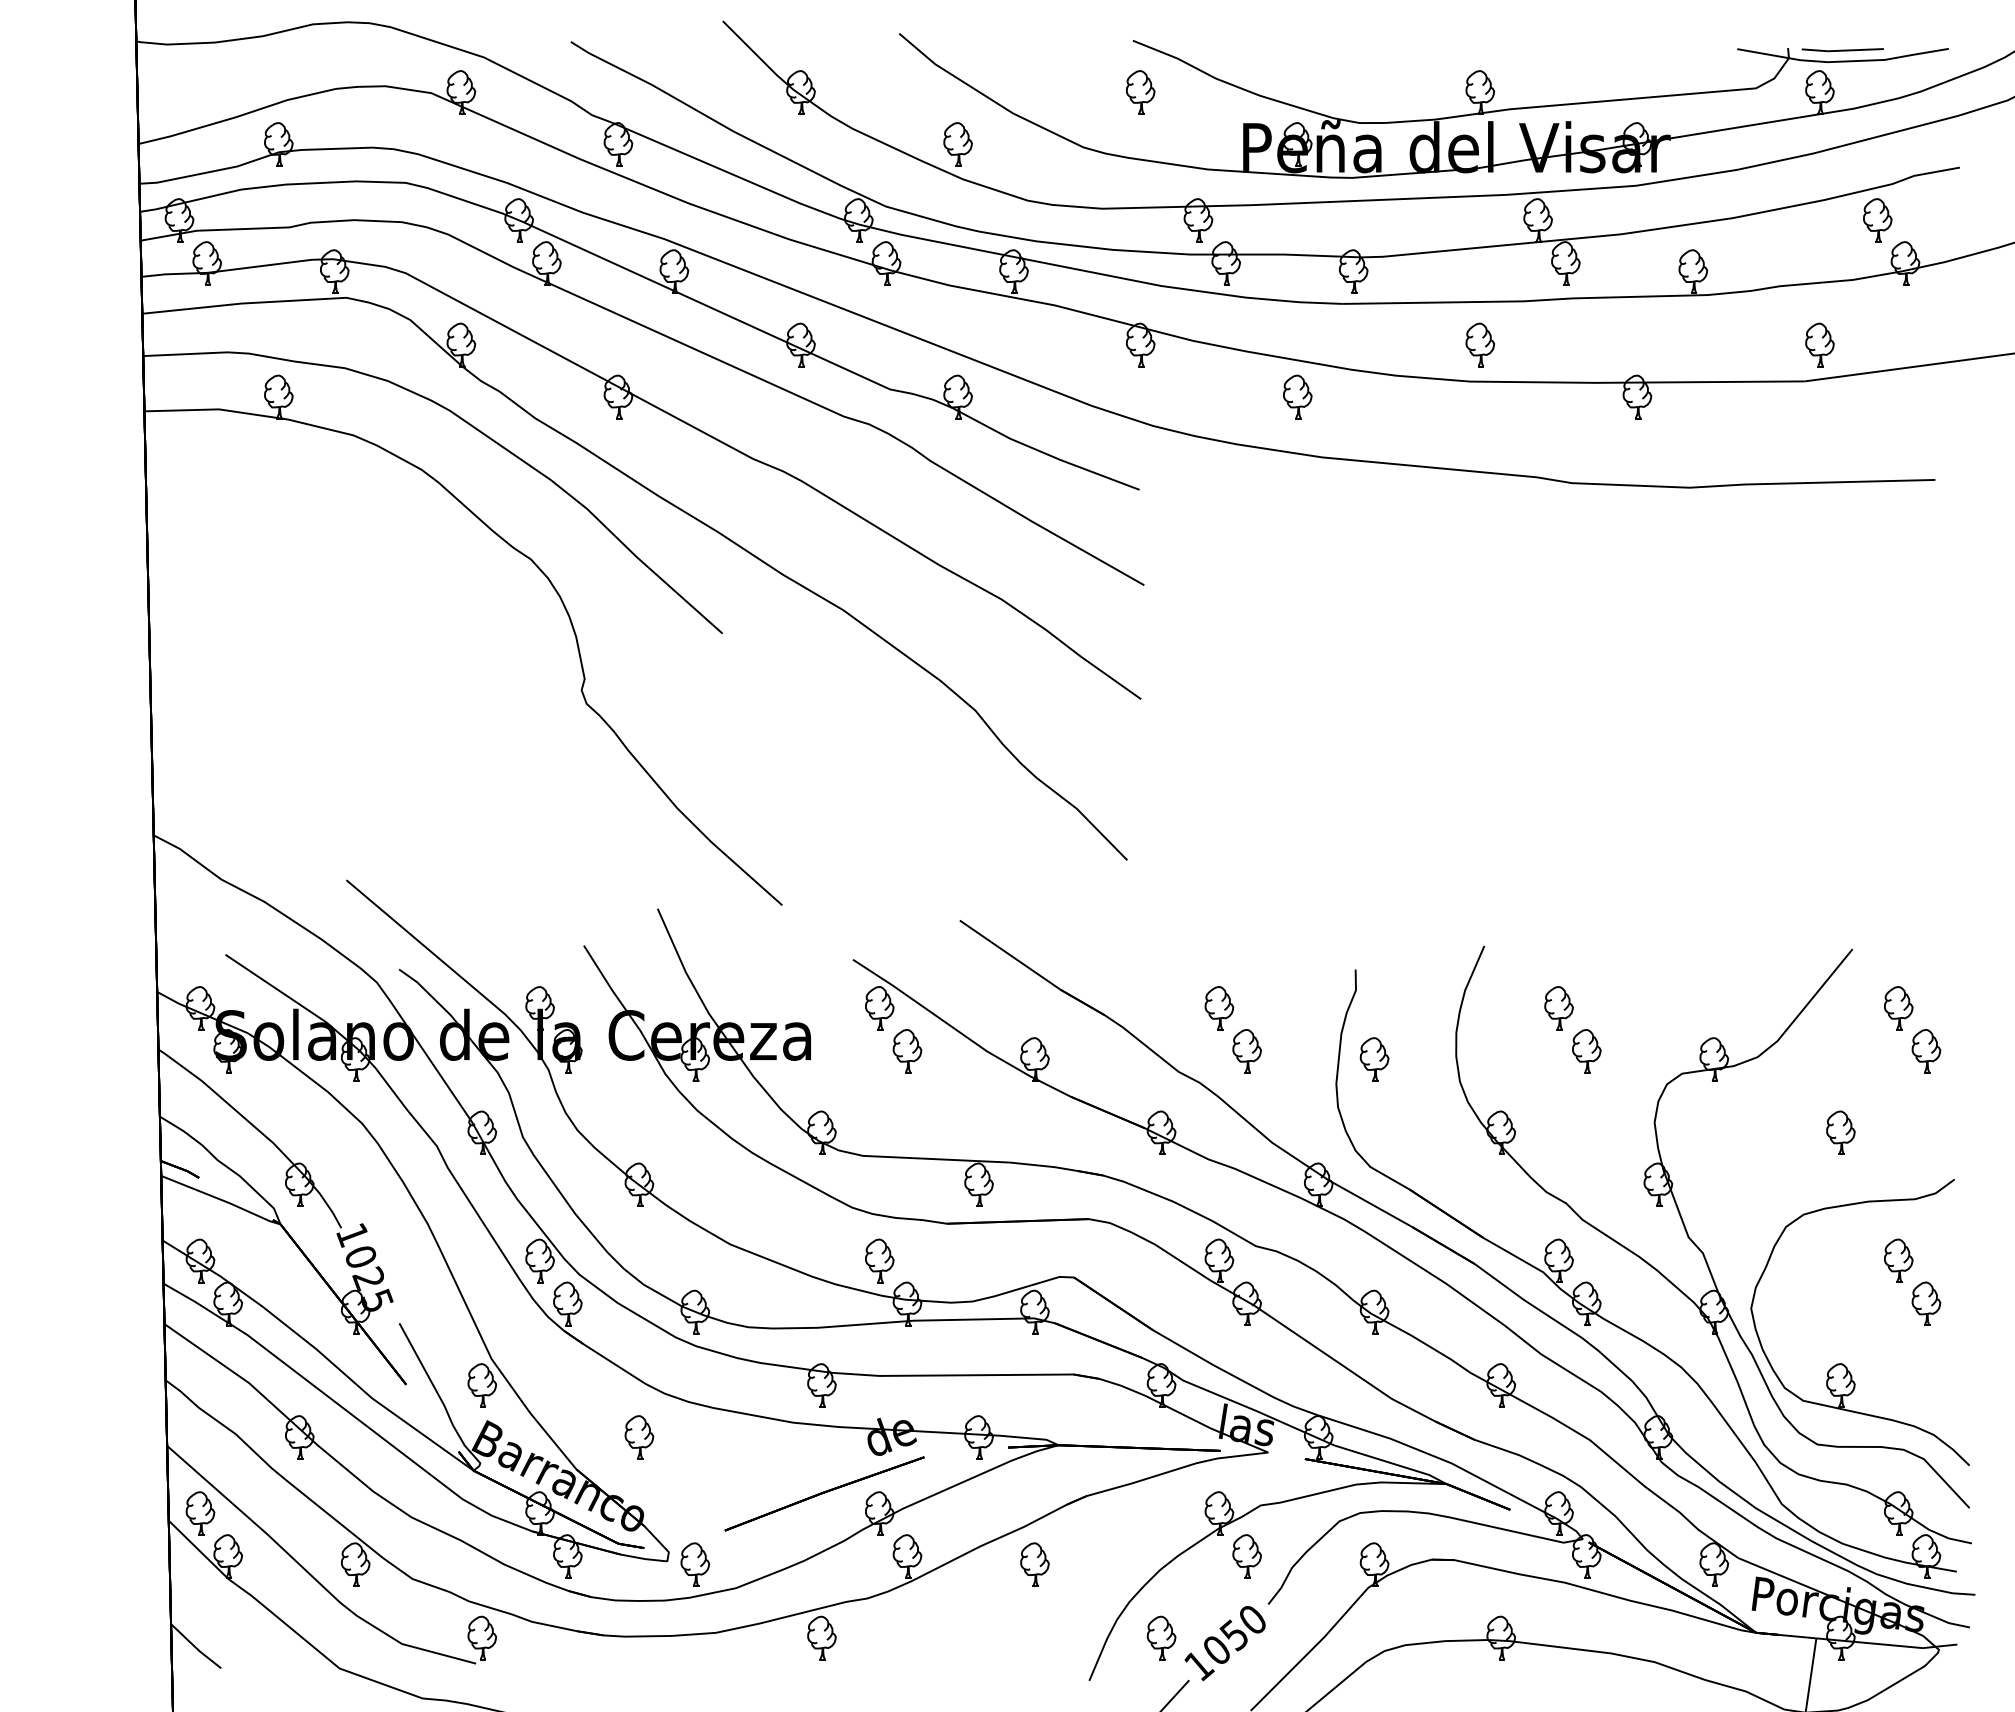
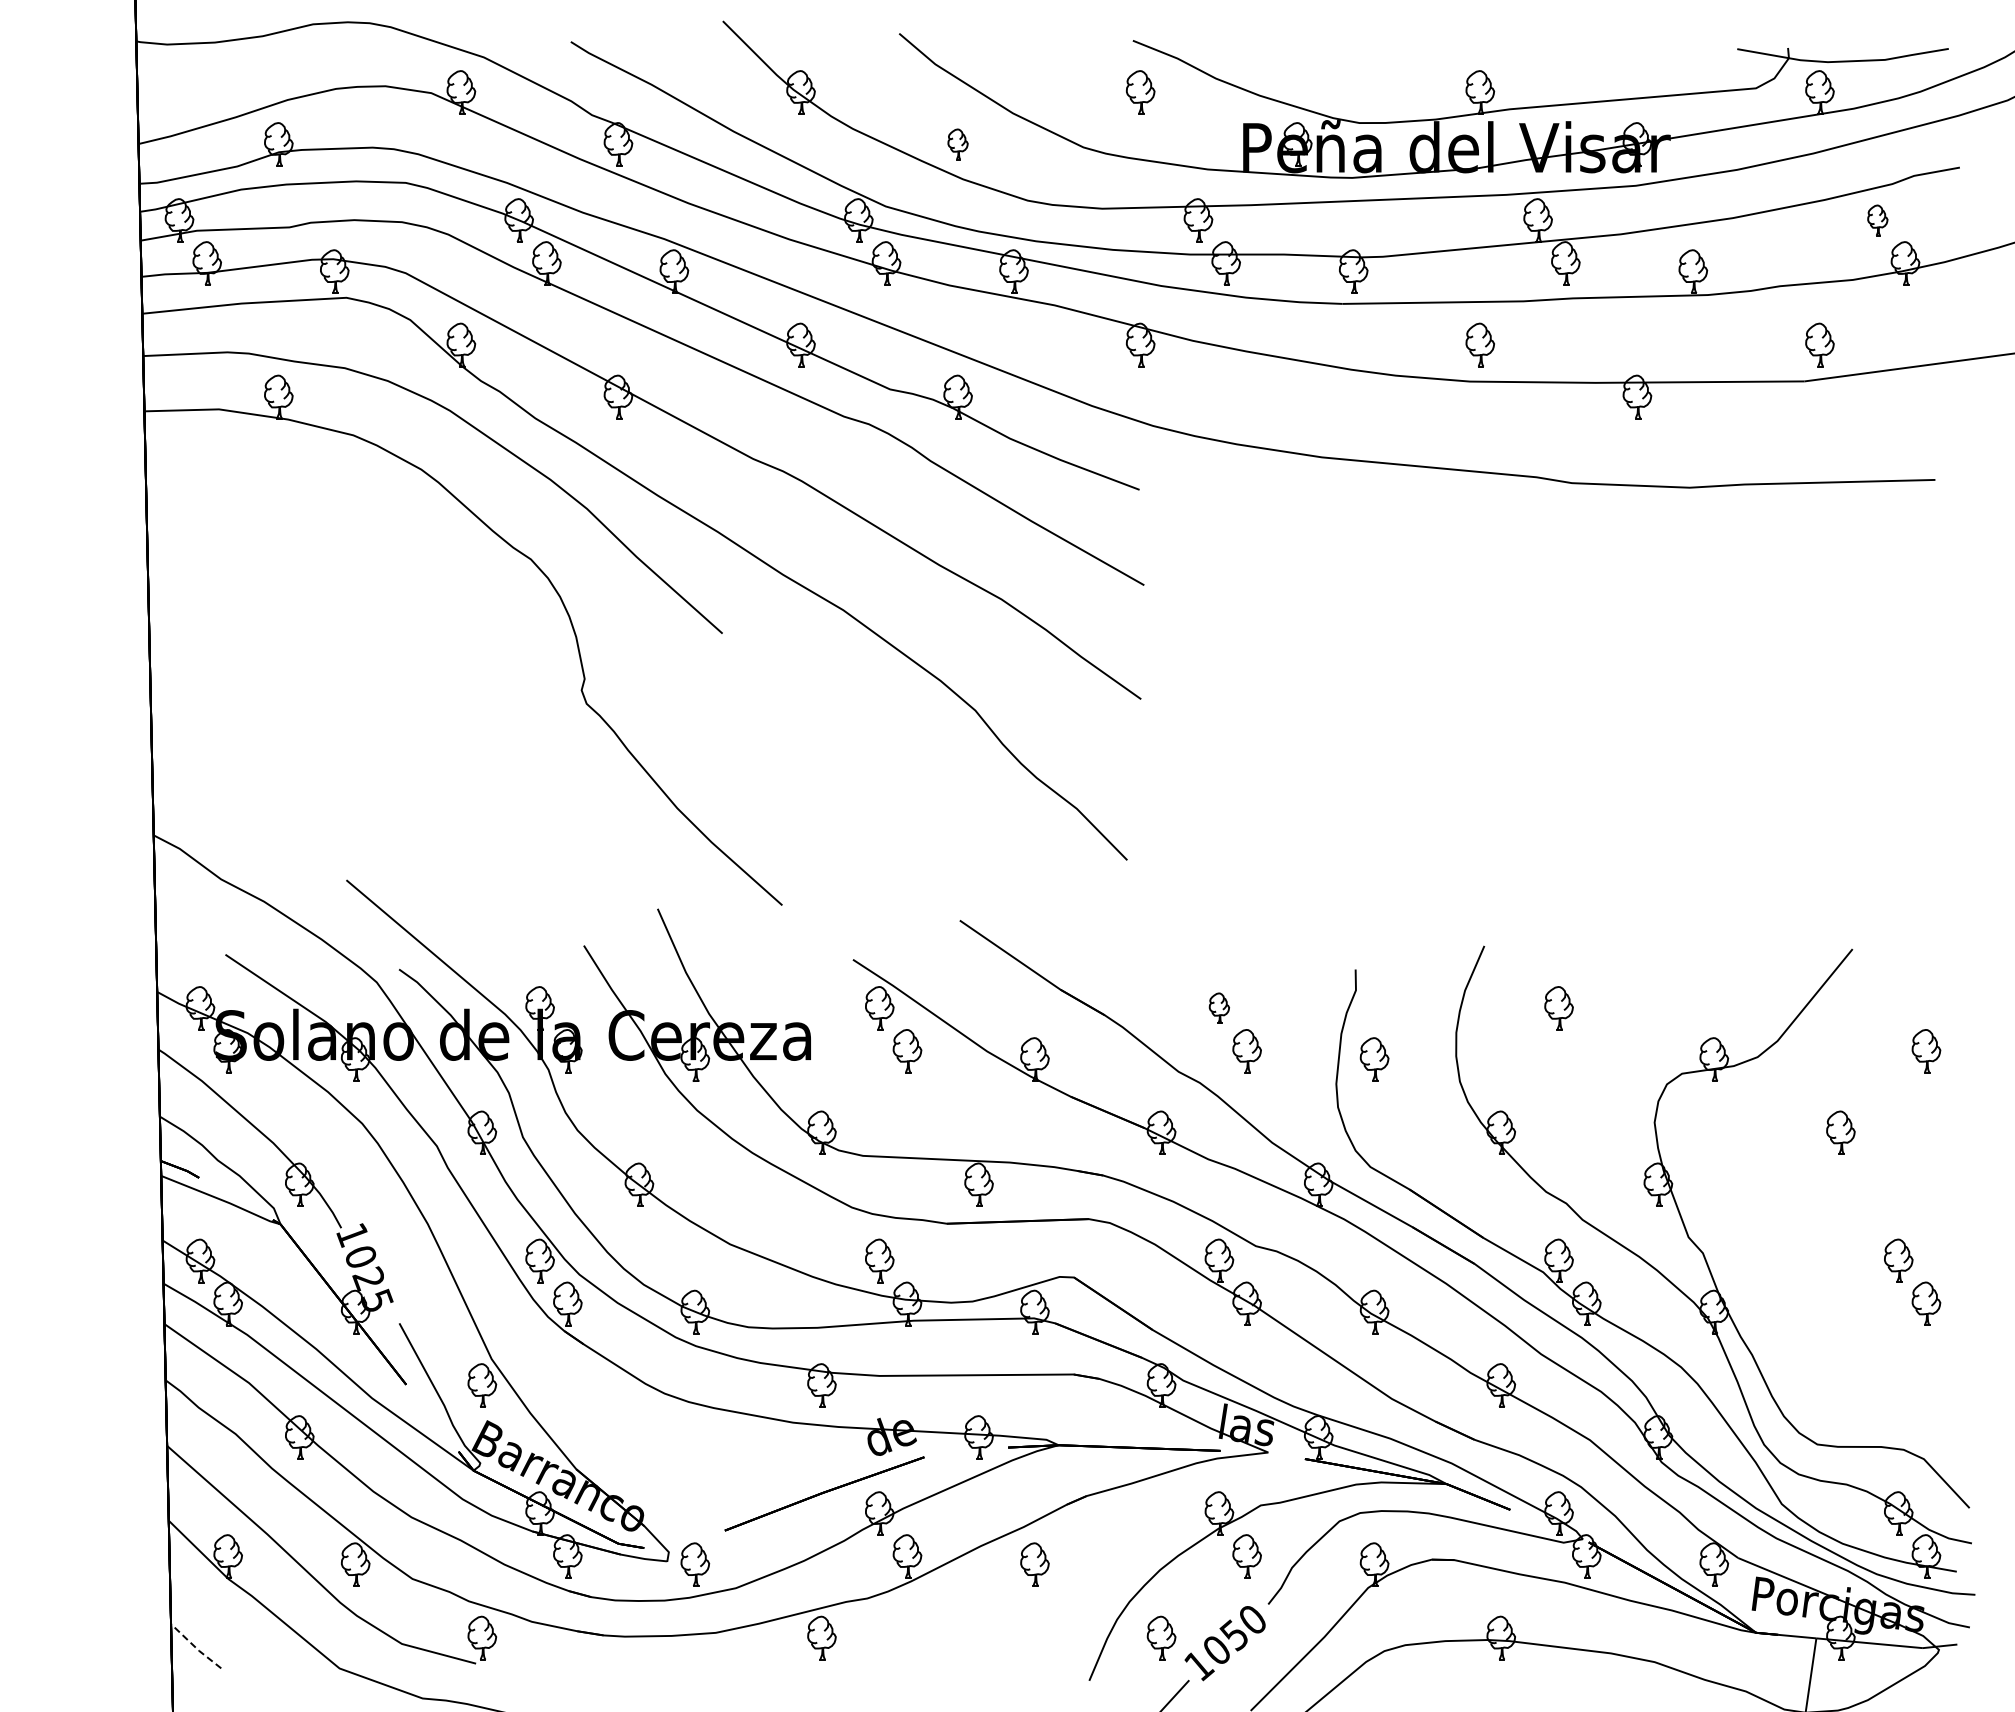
line at (1842, 50): present -> none
part at (957, 144) size: 30x45 px -> 22x33 px
part at (1877, 220) size: 30x45 px -> 22x33 px
part at (1297, 396): present -> none
part at (1219, 1008) size: 31x45 px -> 22x32 px
part at (1898, 1008): present -> none
part at (1586, 1051): present -> none
part at (1842, 1363): present -> none
part at (639, 1437): present -> none
part at (200, 1513): present -> none
line at (195, 1647): solid -> dashed
